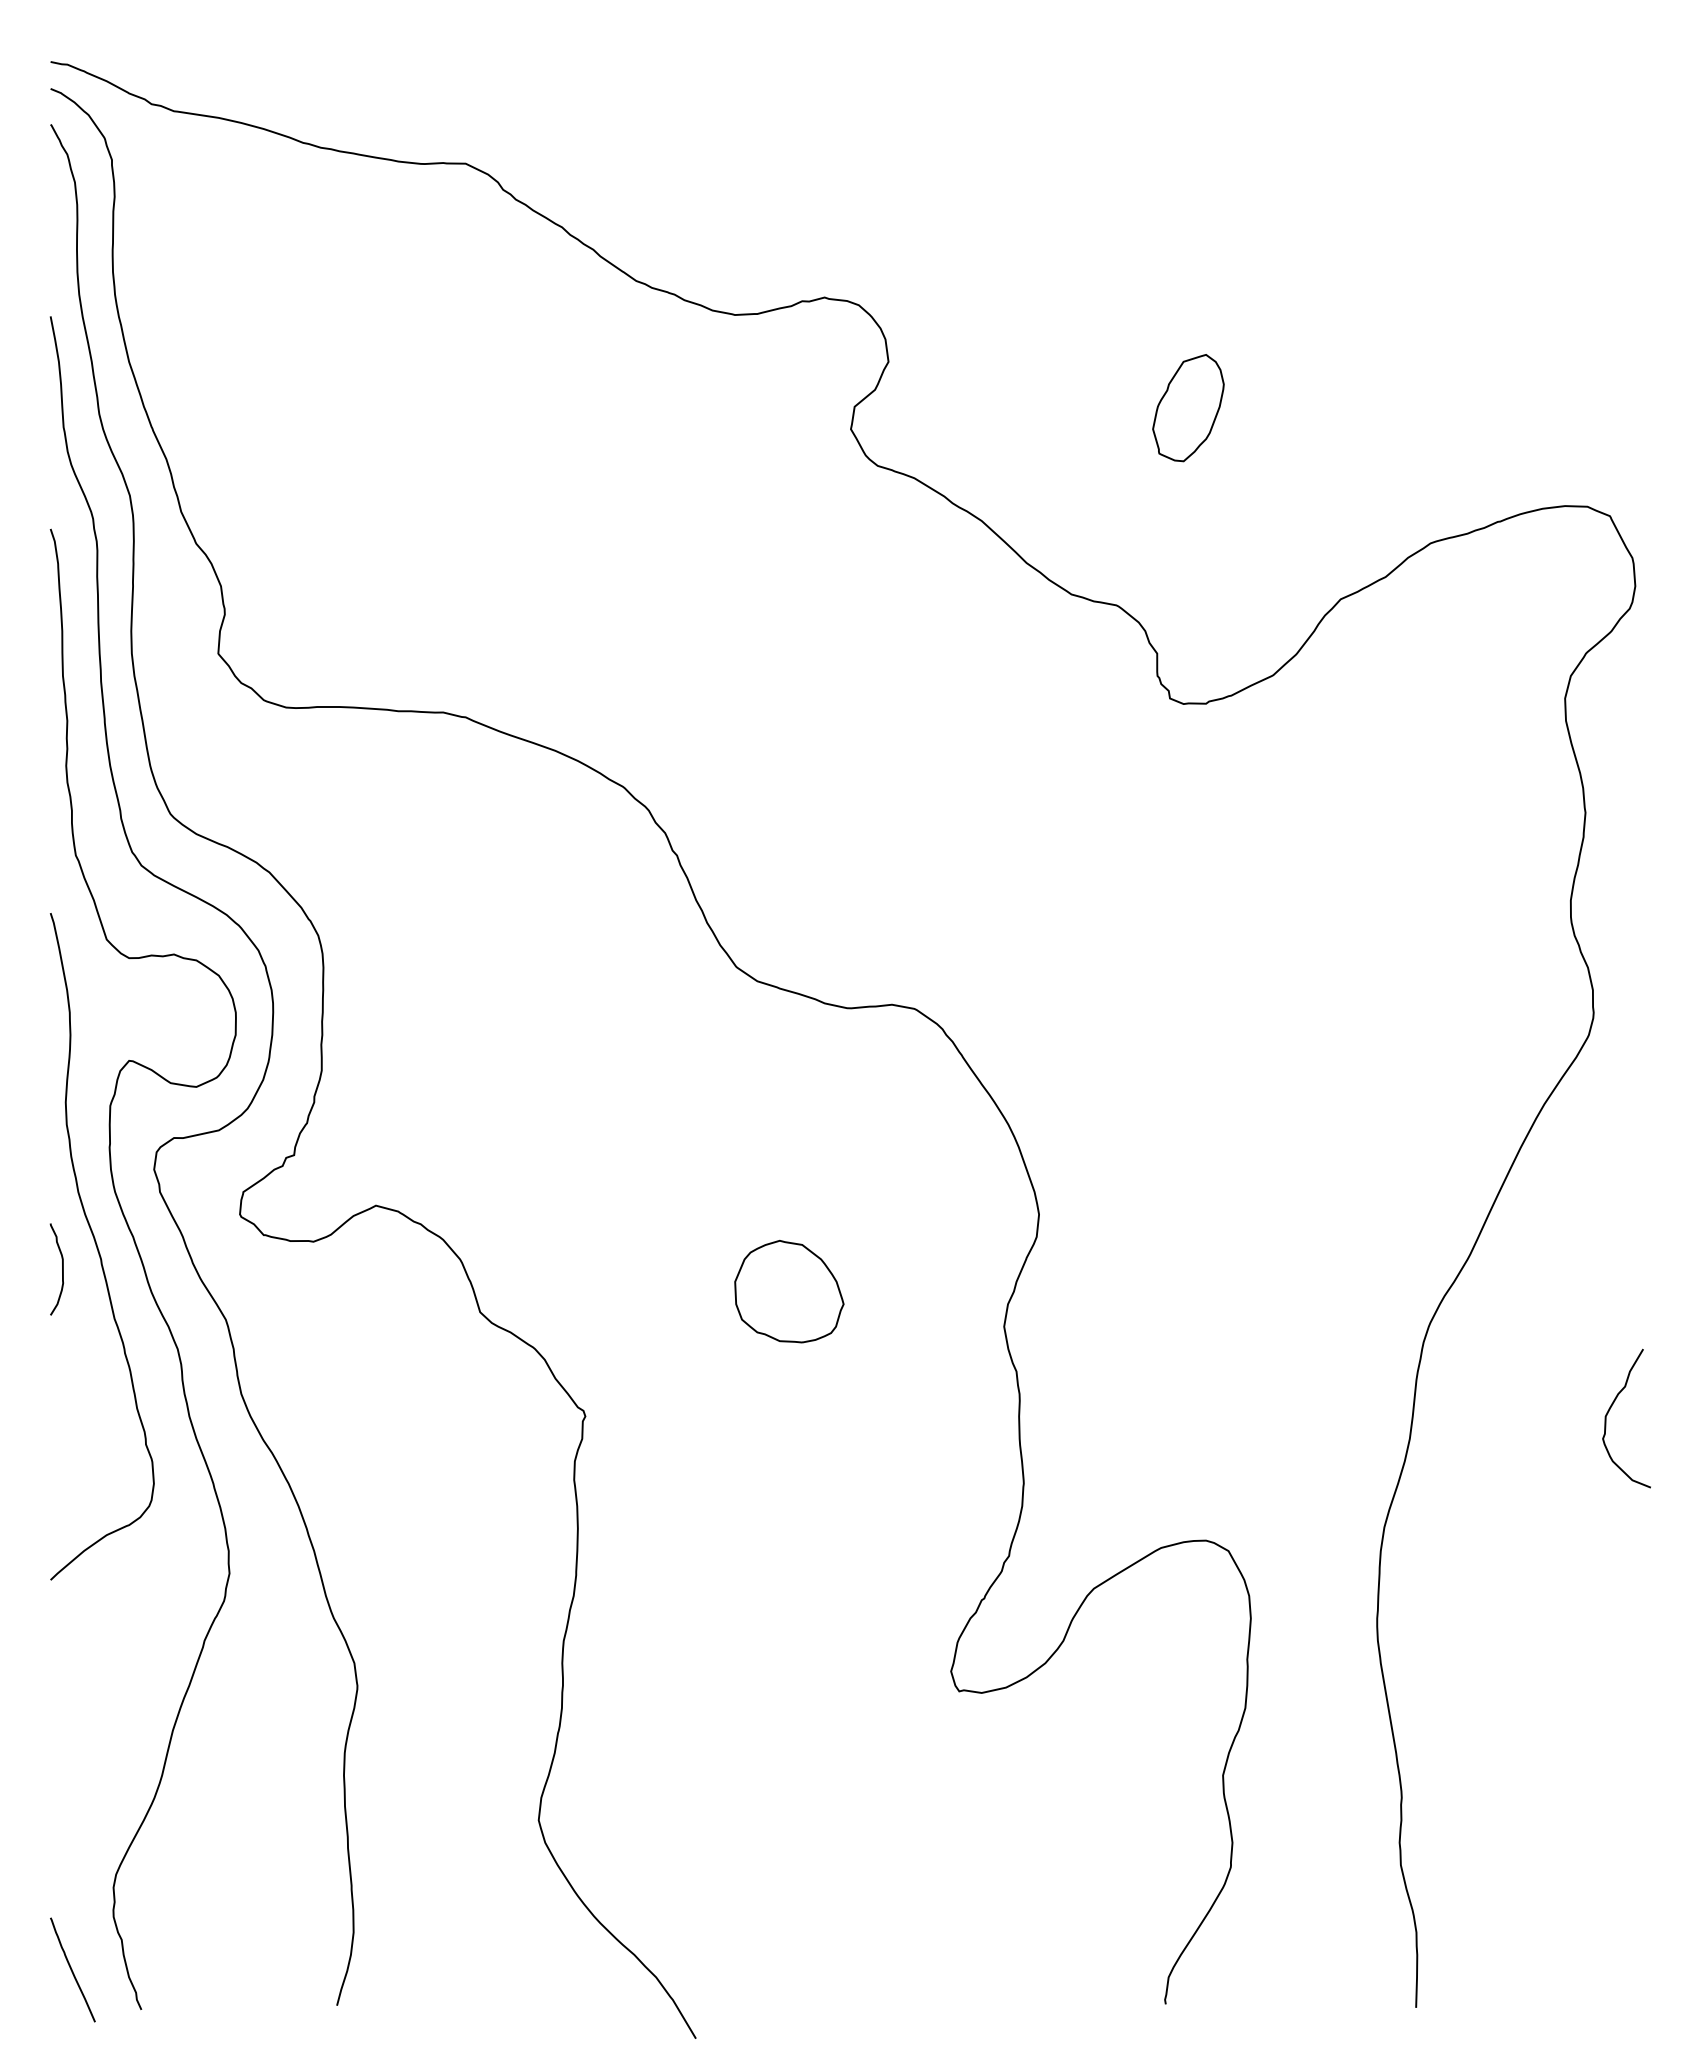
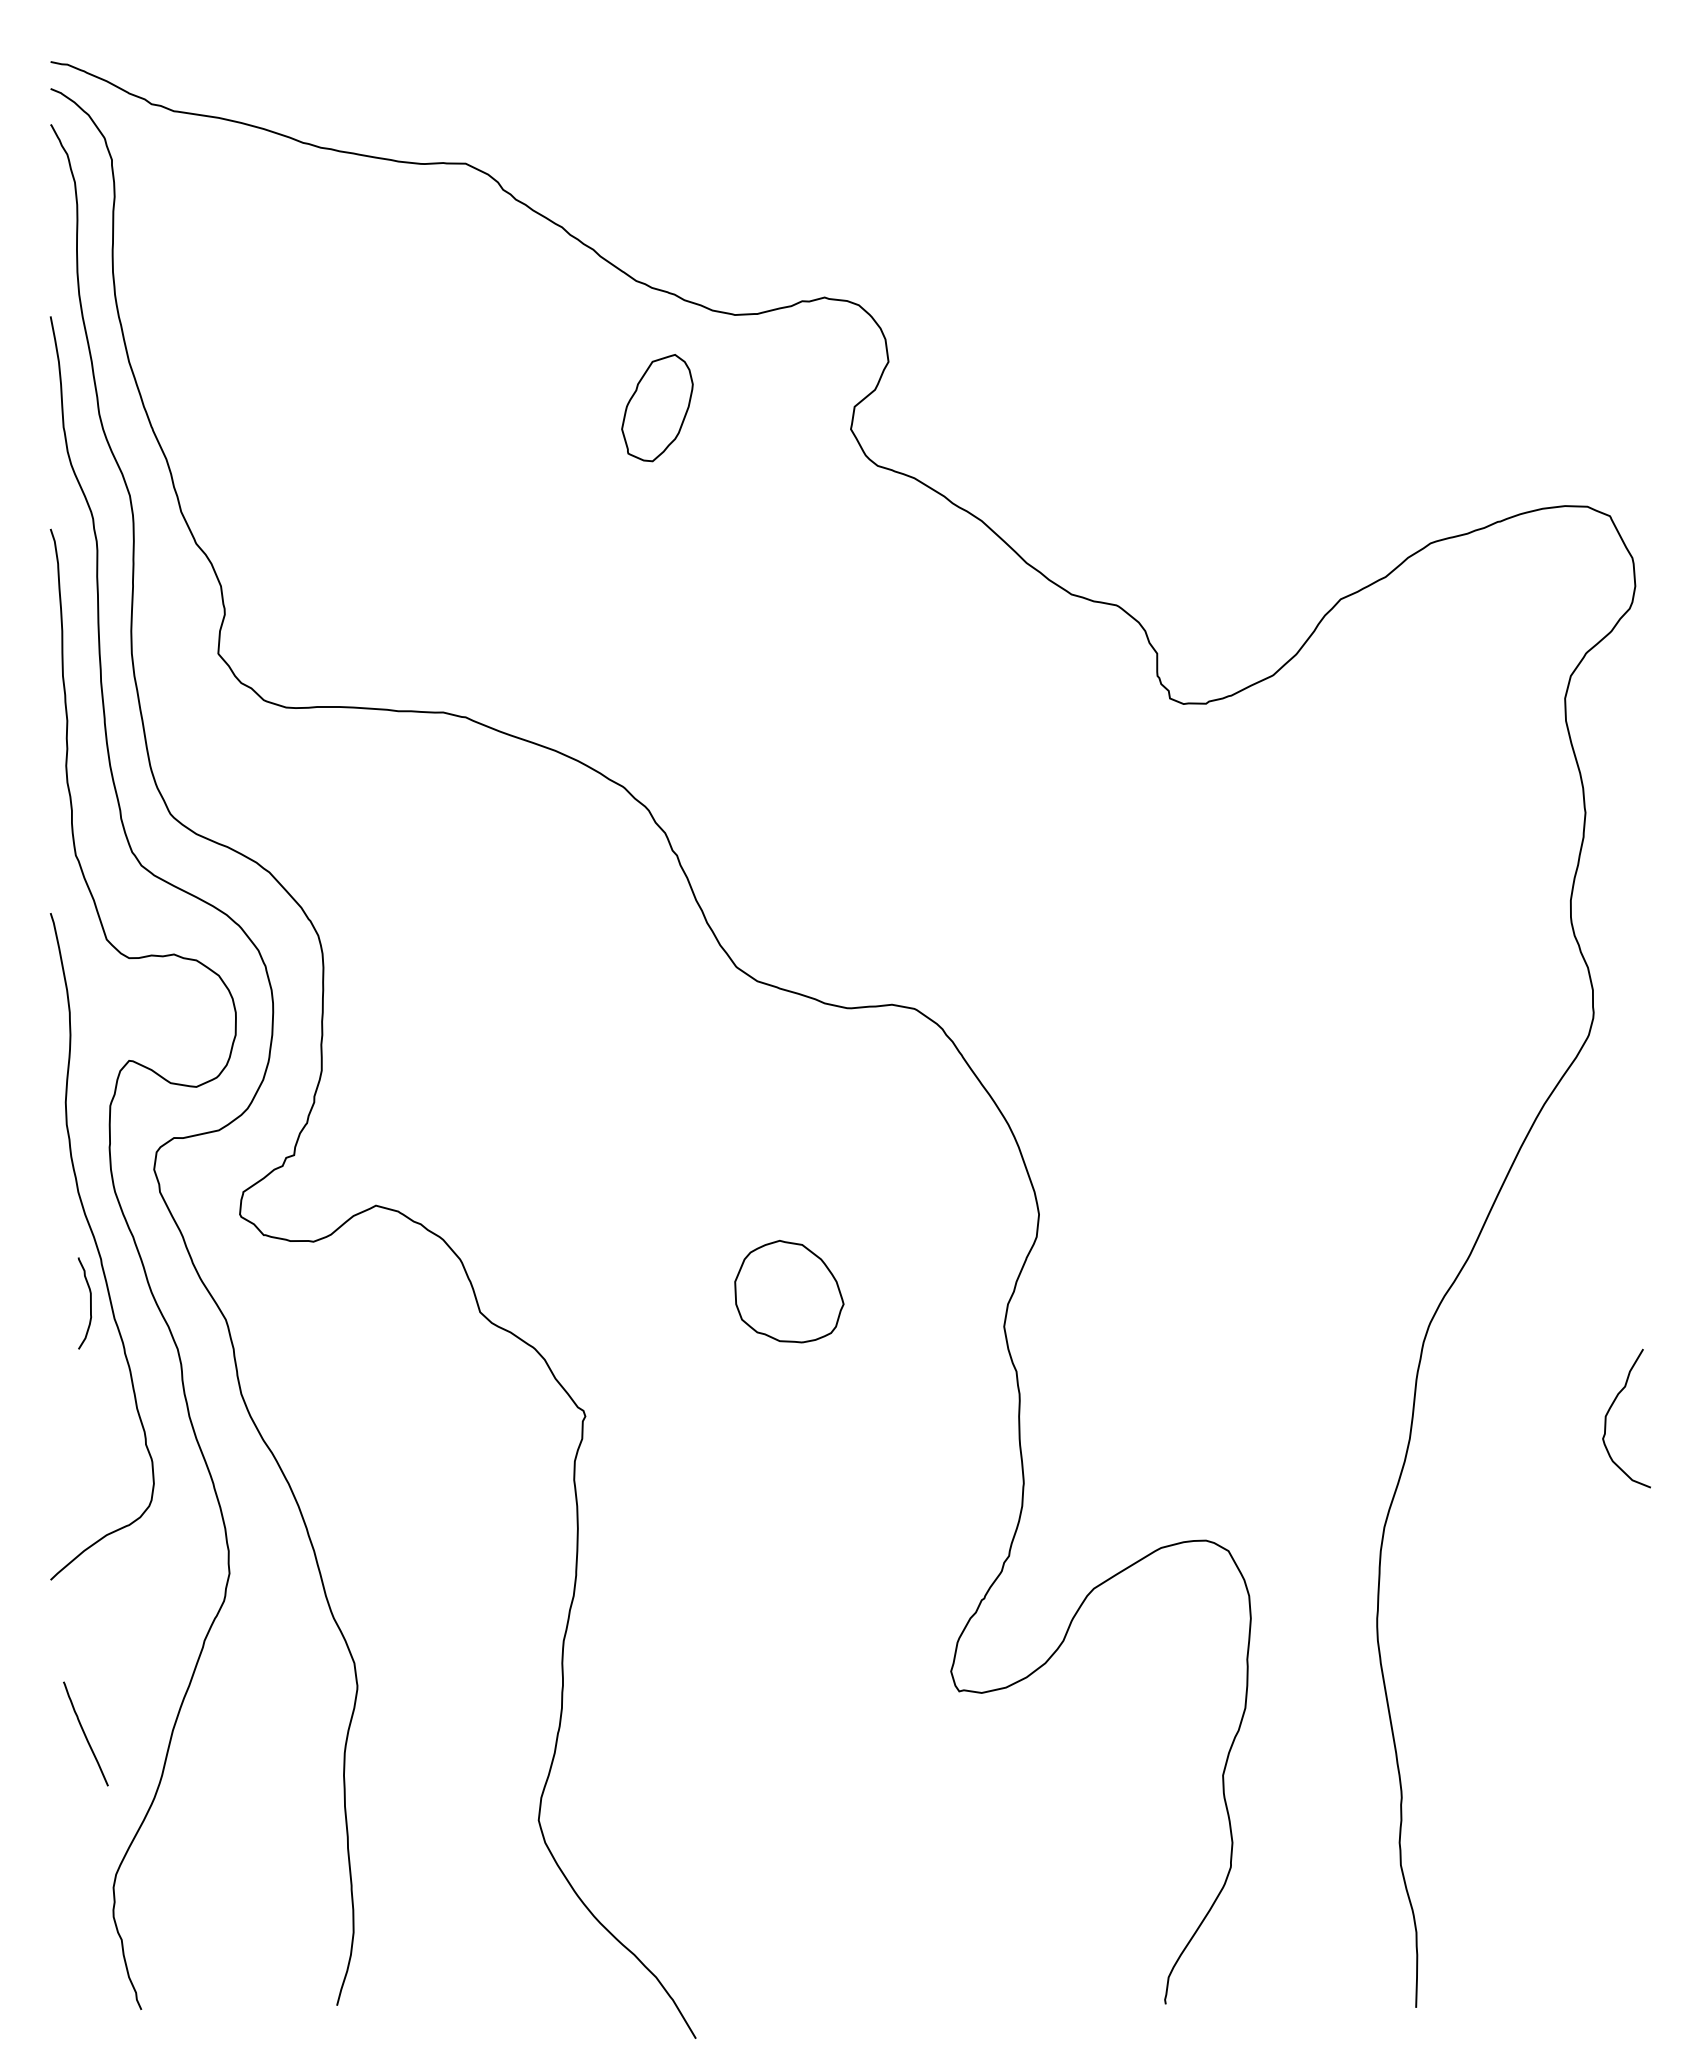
part at (1188, 408) position: (1188, 408) -> (657, 408)
curve at (62, 1269) position: (62, 1269) -> (90, 1303)
curve at (72, 1969) position: (72, 1969) -> (85, 1733)
